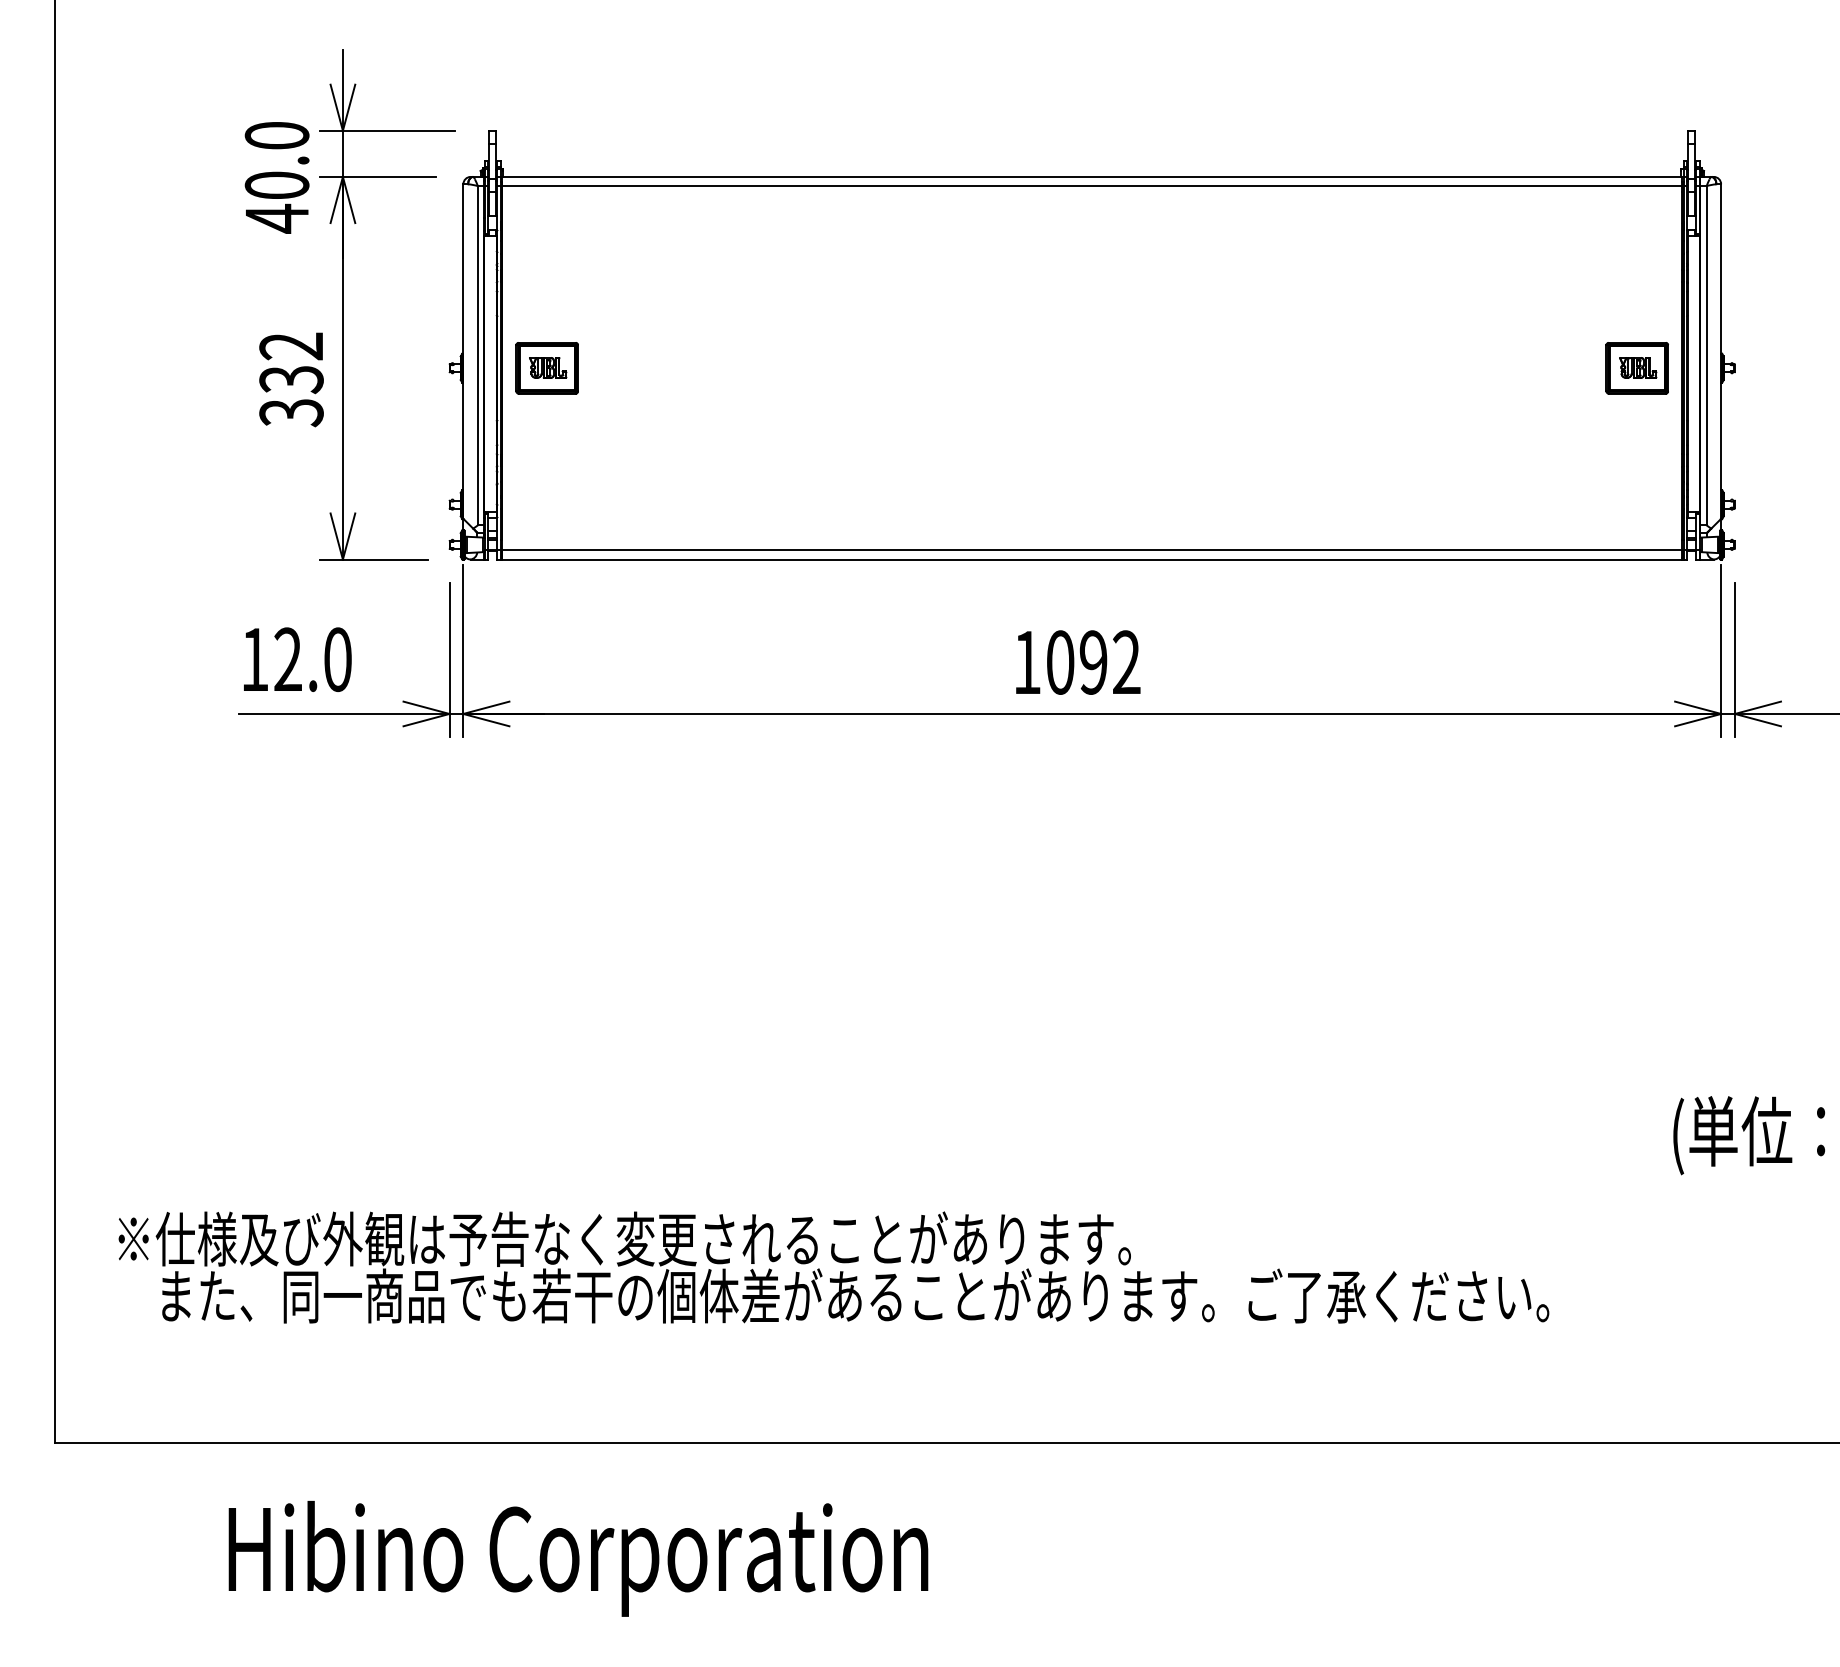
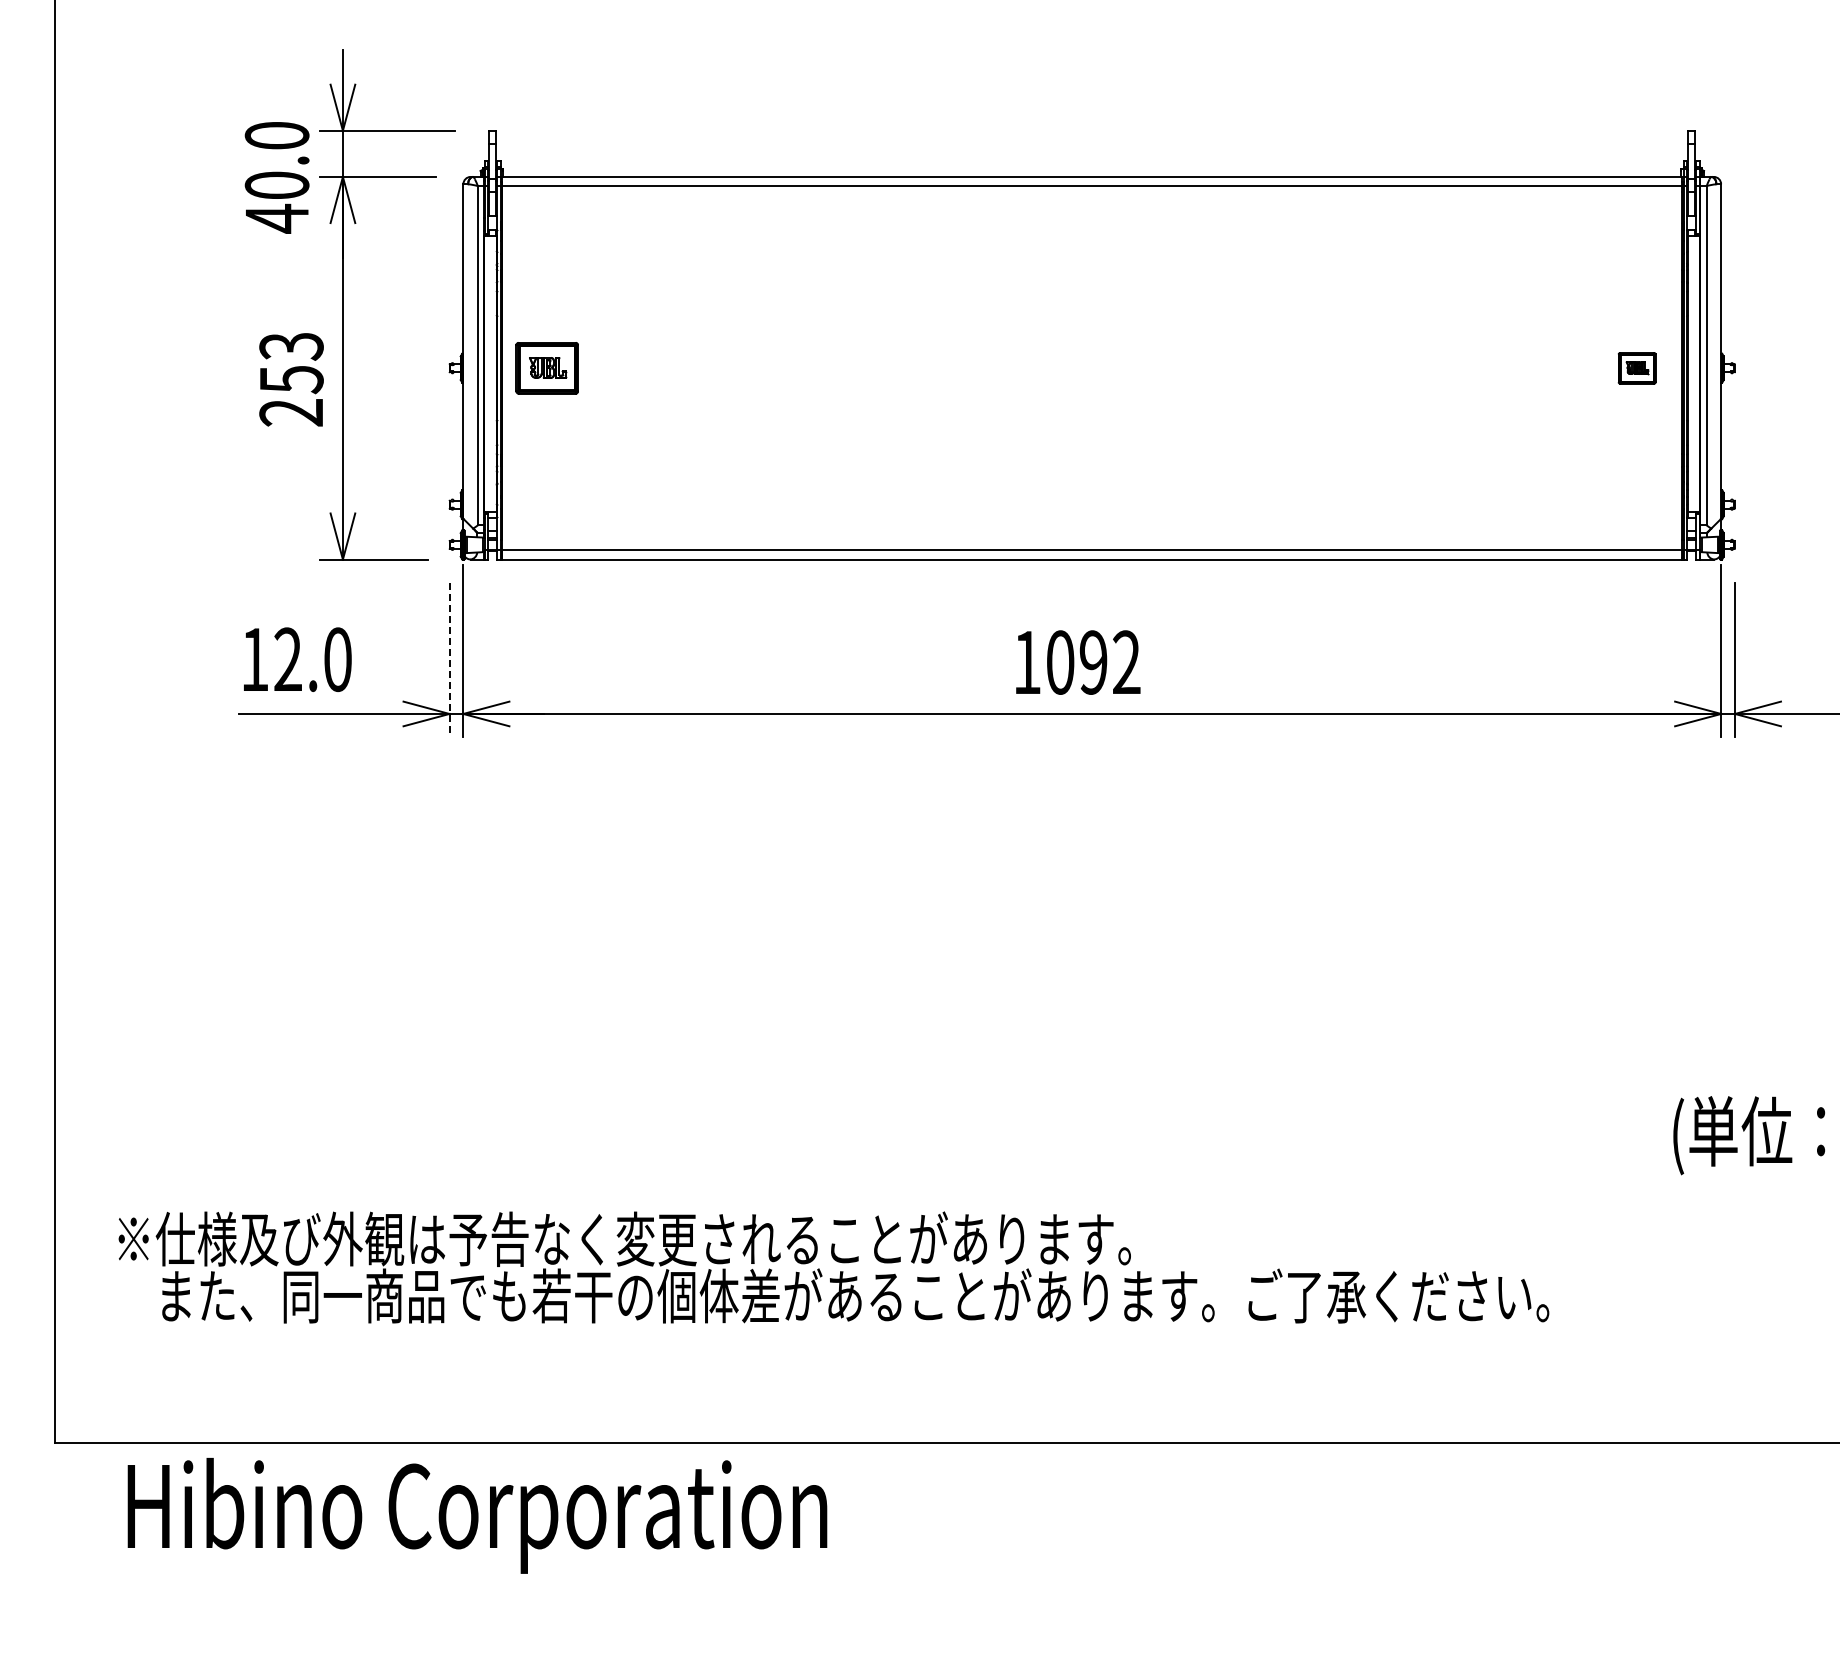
part at (1636, 368) size: 64x53 px -> 40x33 px
text at (291, 379): 332 -> 253
line at (449, 660): solid -> dashed
text at (578, 1558) position: (578, 1558) -> (477, 1515)
